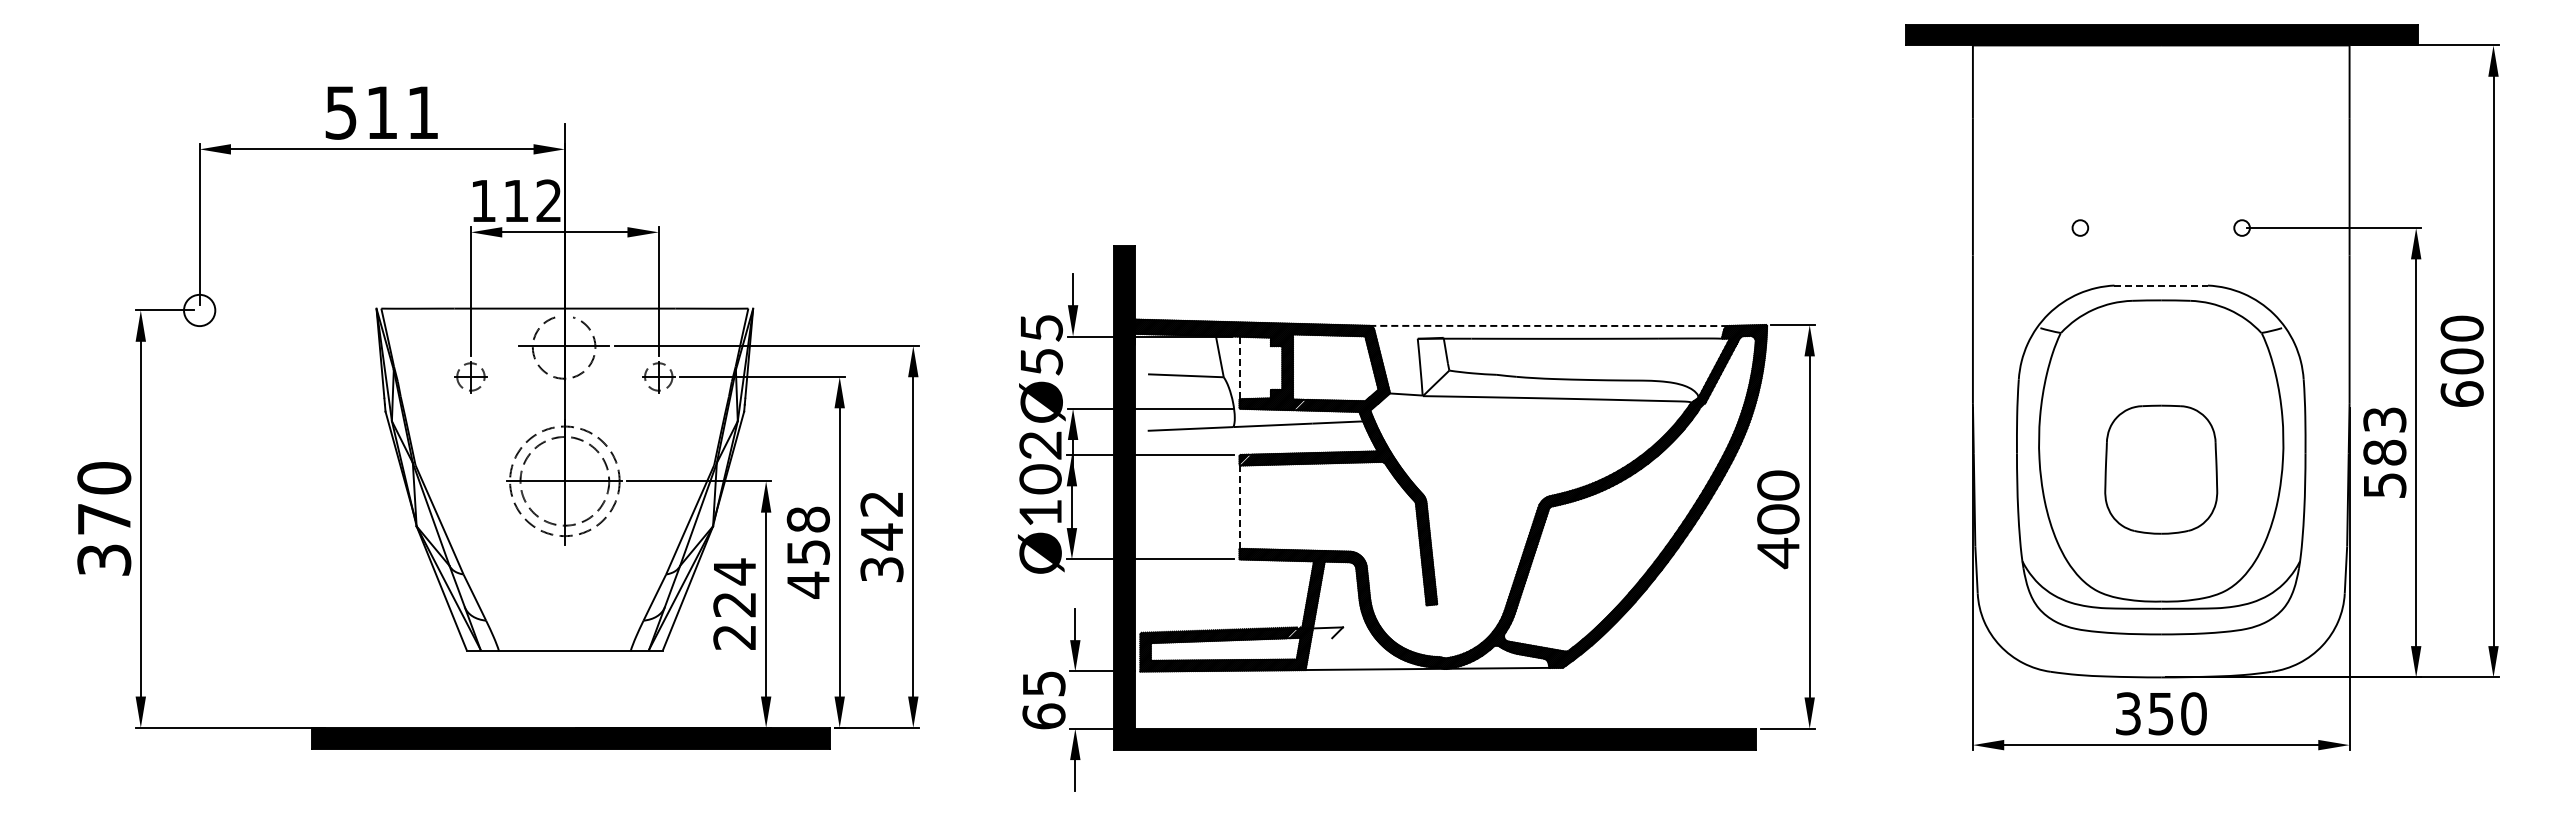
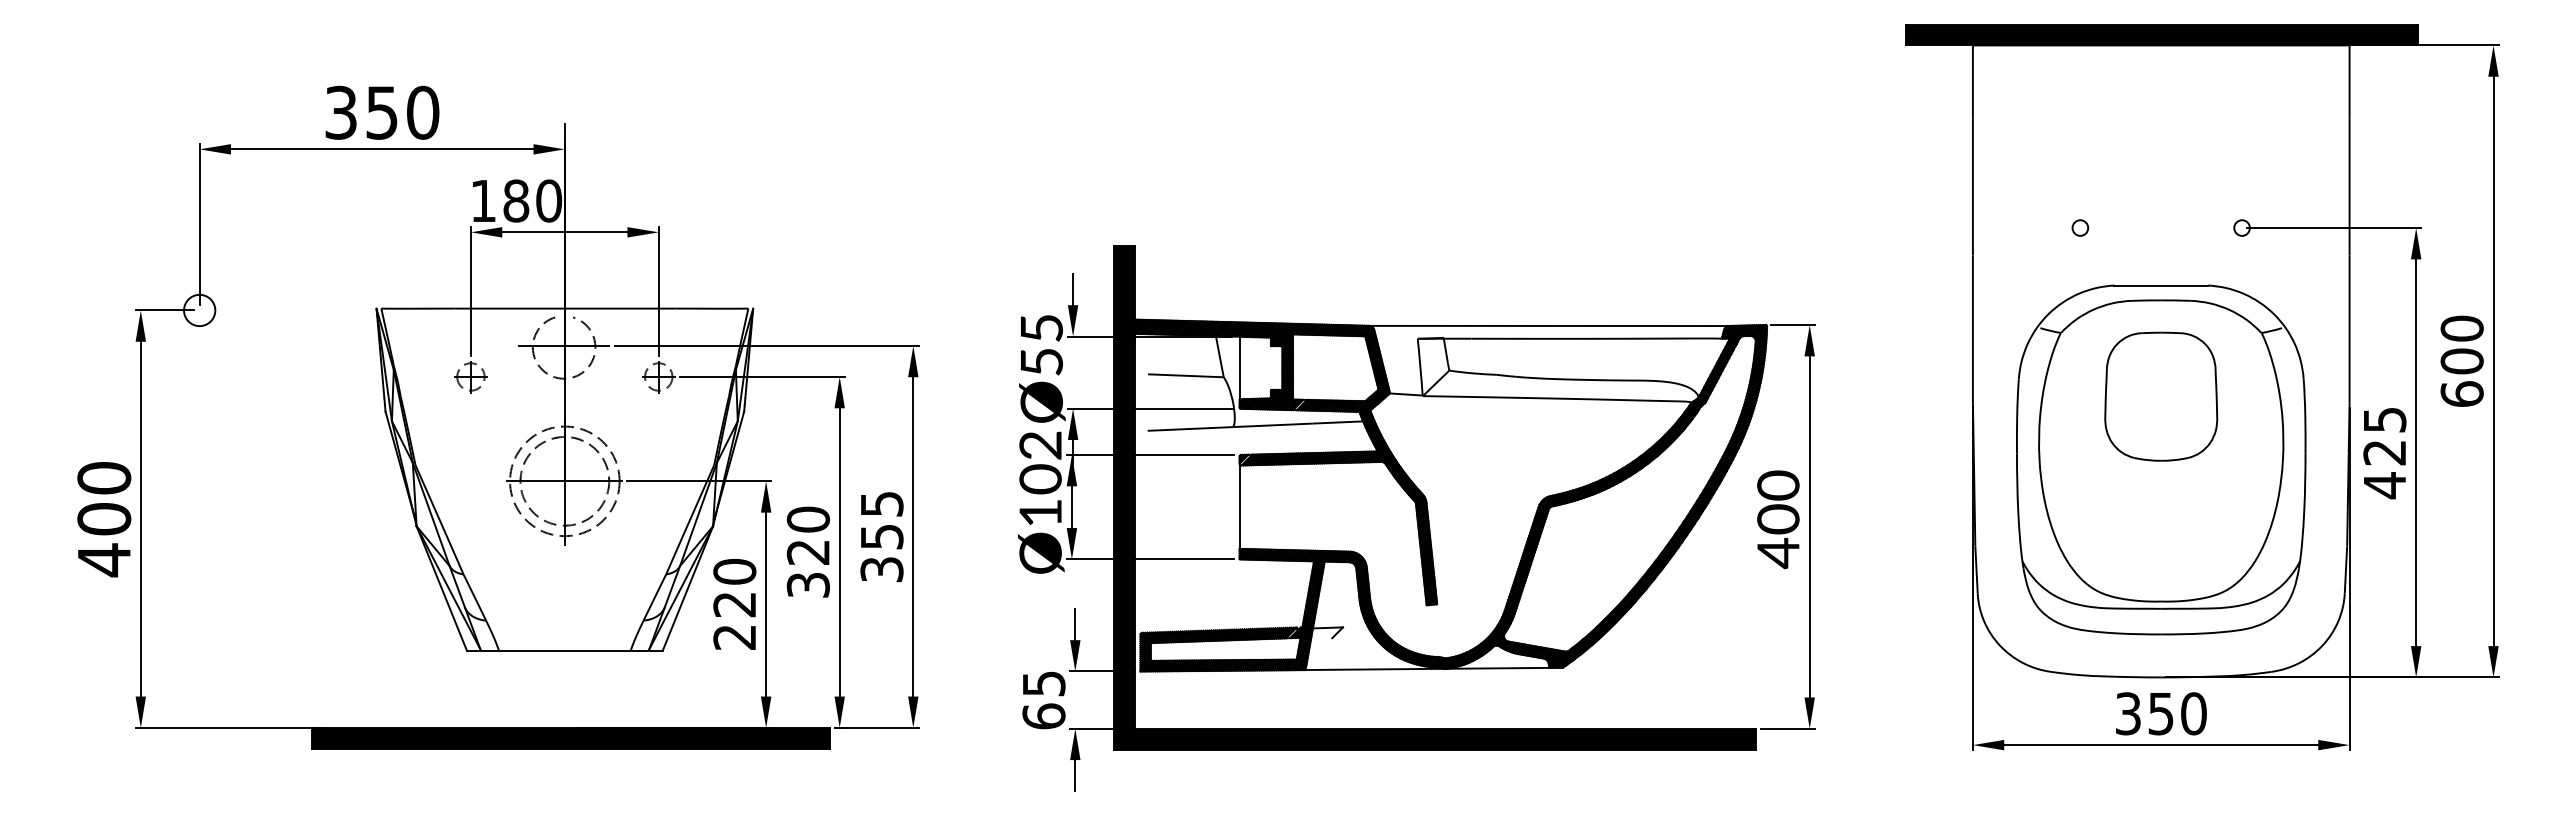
text at (382, 112): 511 -> 350
text at (532, 200): 112 -> 180
line at (2161, 285): dashed -> solid
line at (1549, 325): dashed -> solid
line at (1239, 368): dashed -> solid
text at (2384, 453): 583 -> 425
part at (2161, 469) position: (2161, 469) -> (2161, 396)
line at (1239, 507): dashed -> solid
text at (881, 521): 342 -> 355
text at (104, 540): 370 -> 400
text at (807, 552): 458 -> 320
text at (734, 571): 224 -> 220
